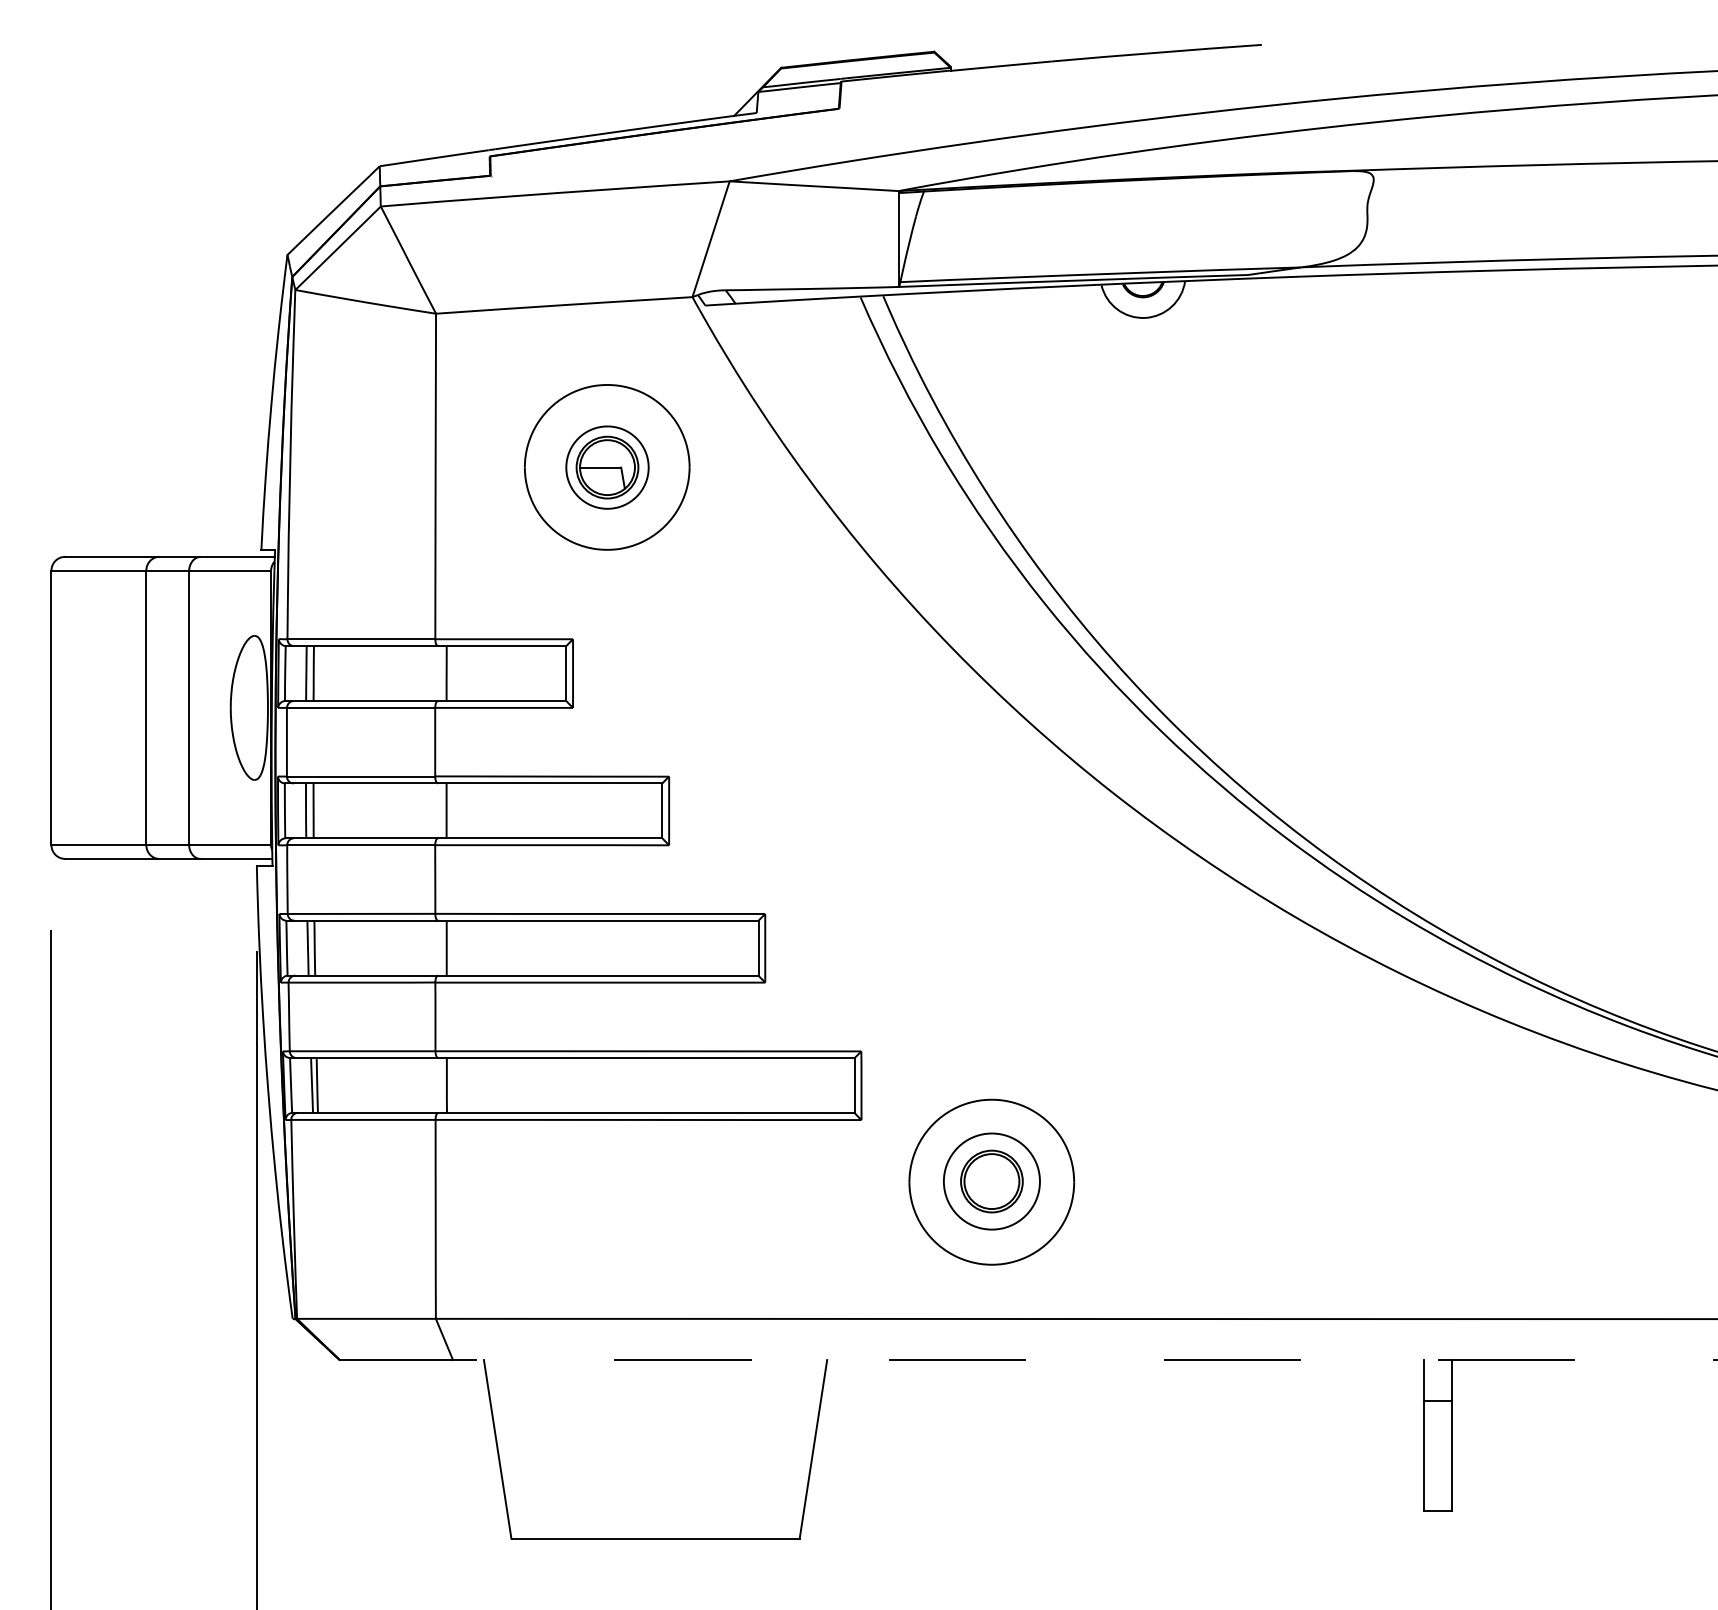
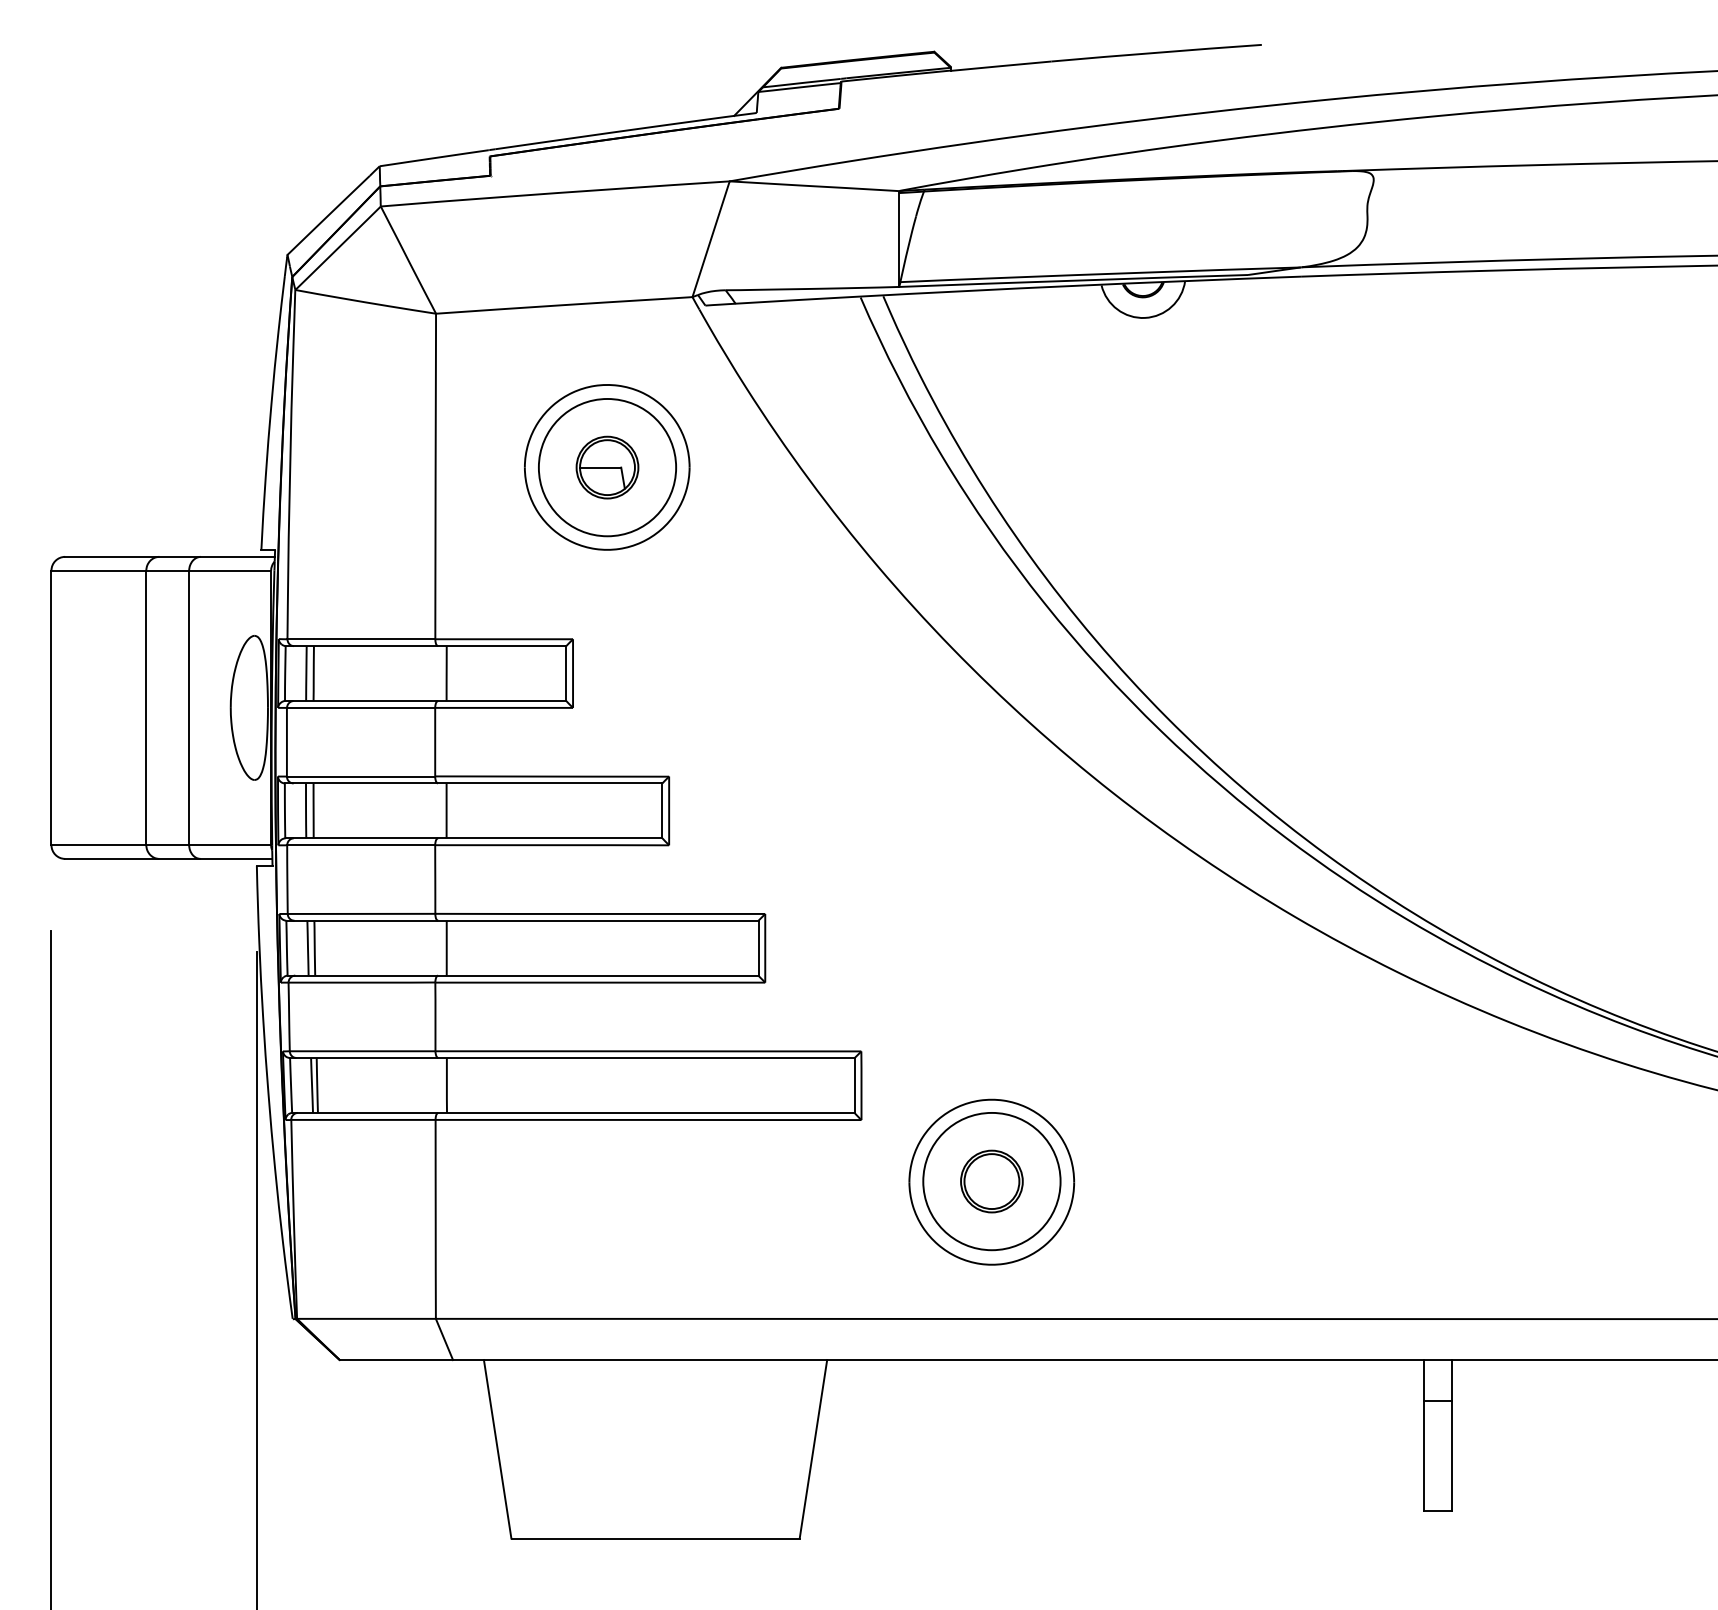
circle at (607, 467) diameter: 82 px -> 137 px
circle at (991, 1181) diameter: 96 px -> 137 px
line at (1028, 1360): dashed -> solid
